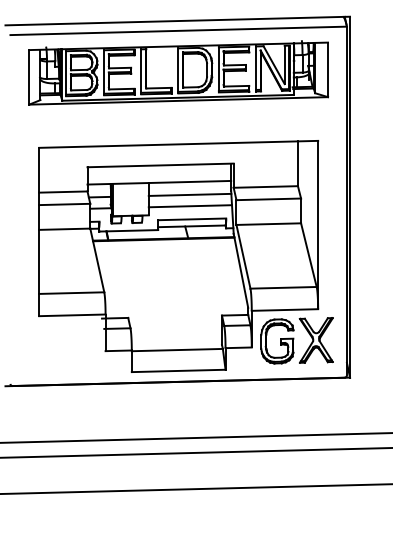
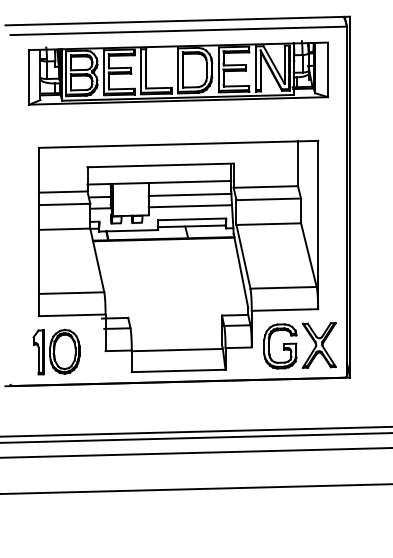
part at (296, 340) position: (296, 340) -> (299, 345)
part at (56, 351): none -> present
line at (195, 431): none -> present
